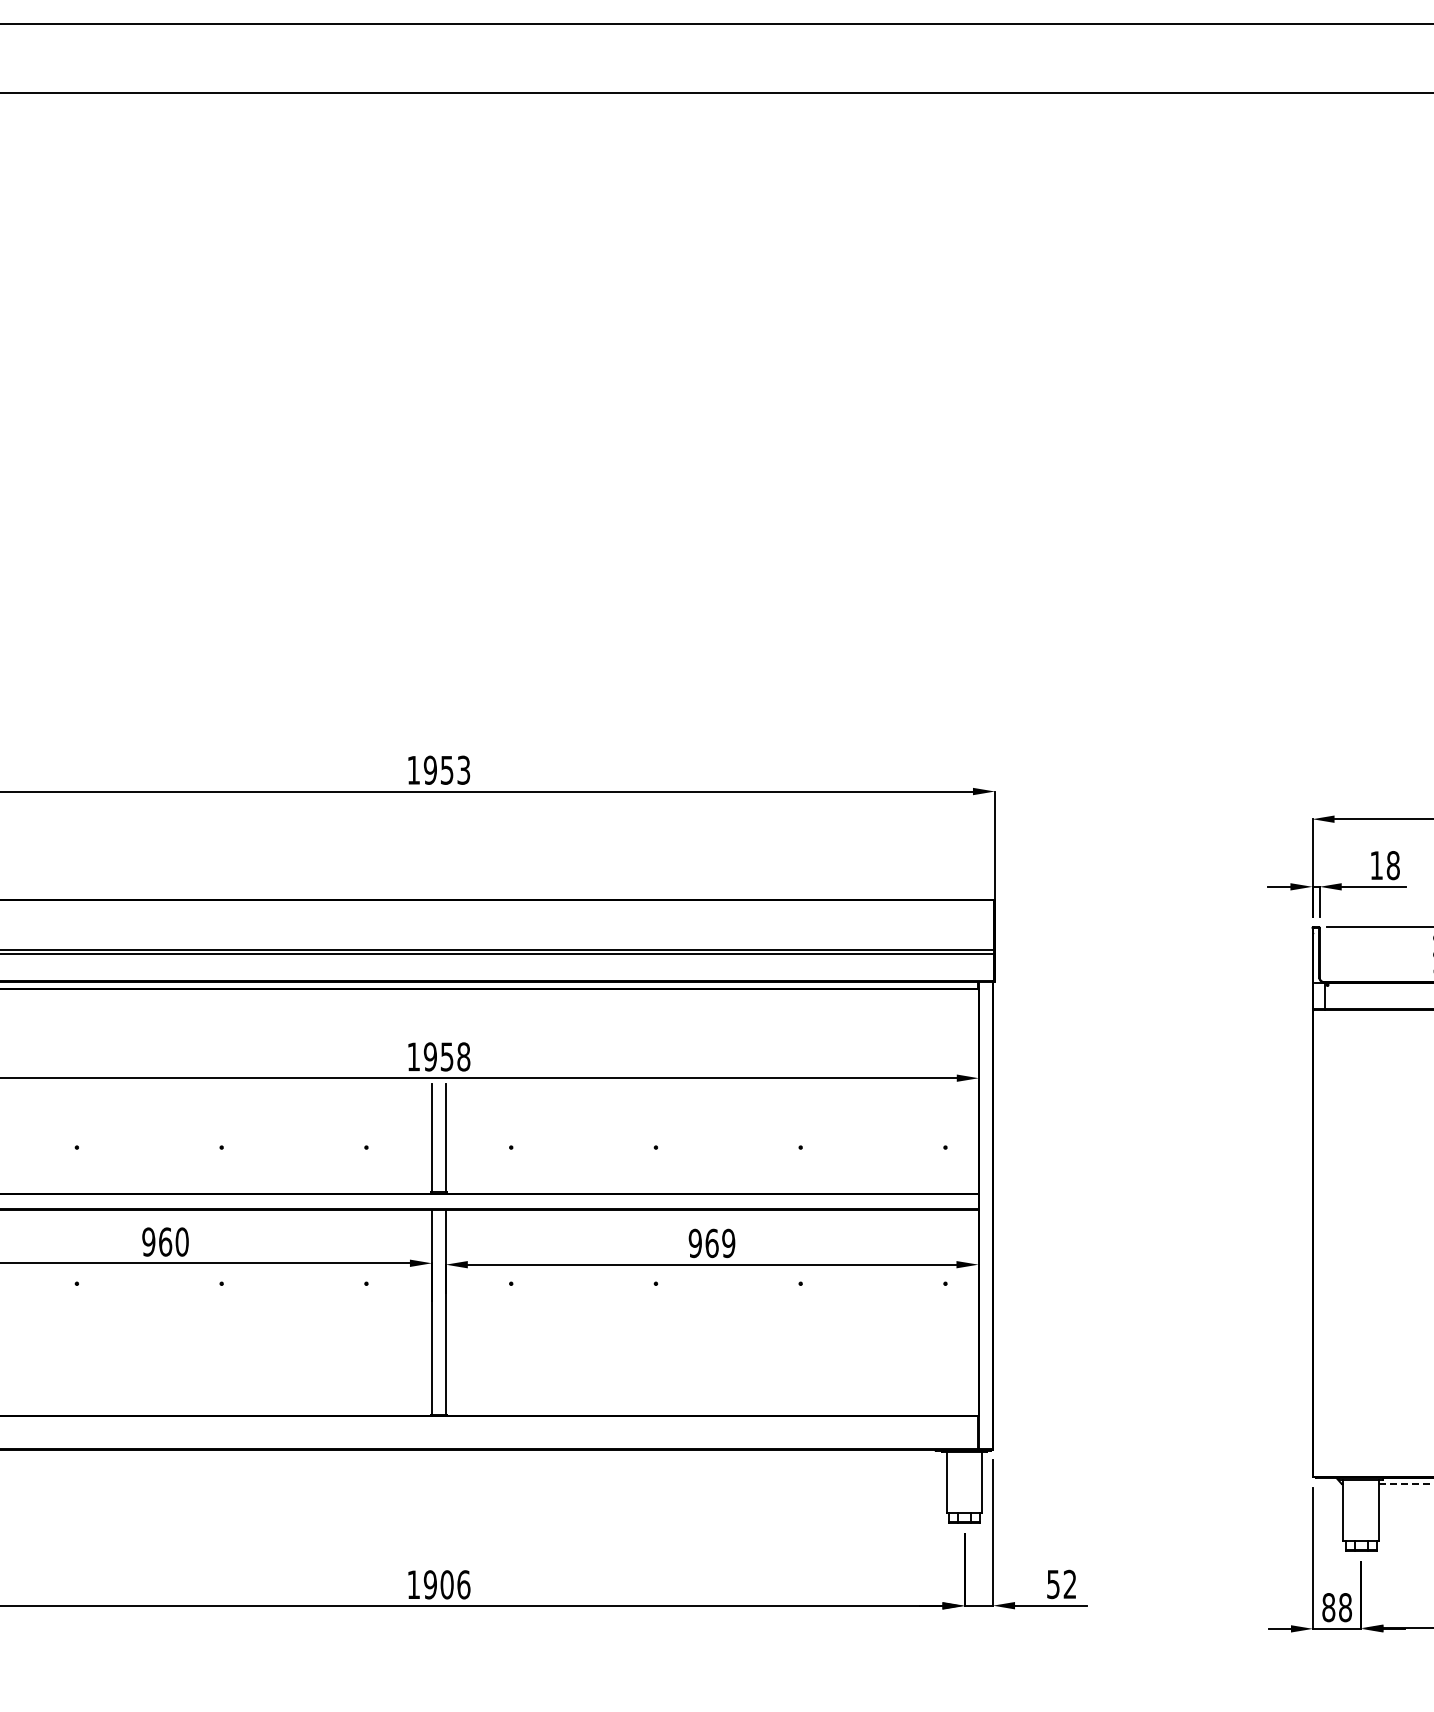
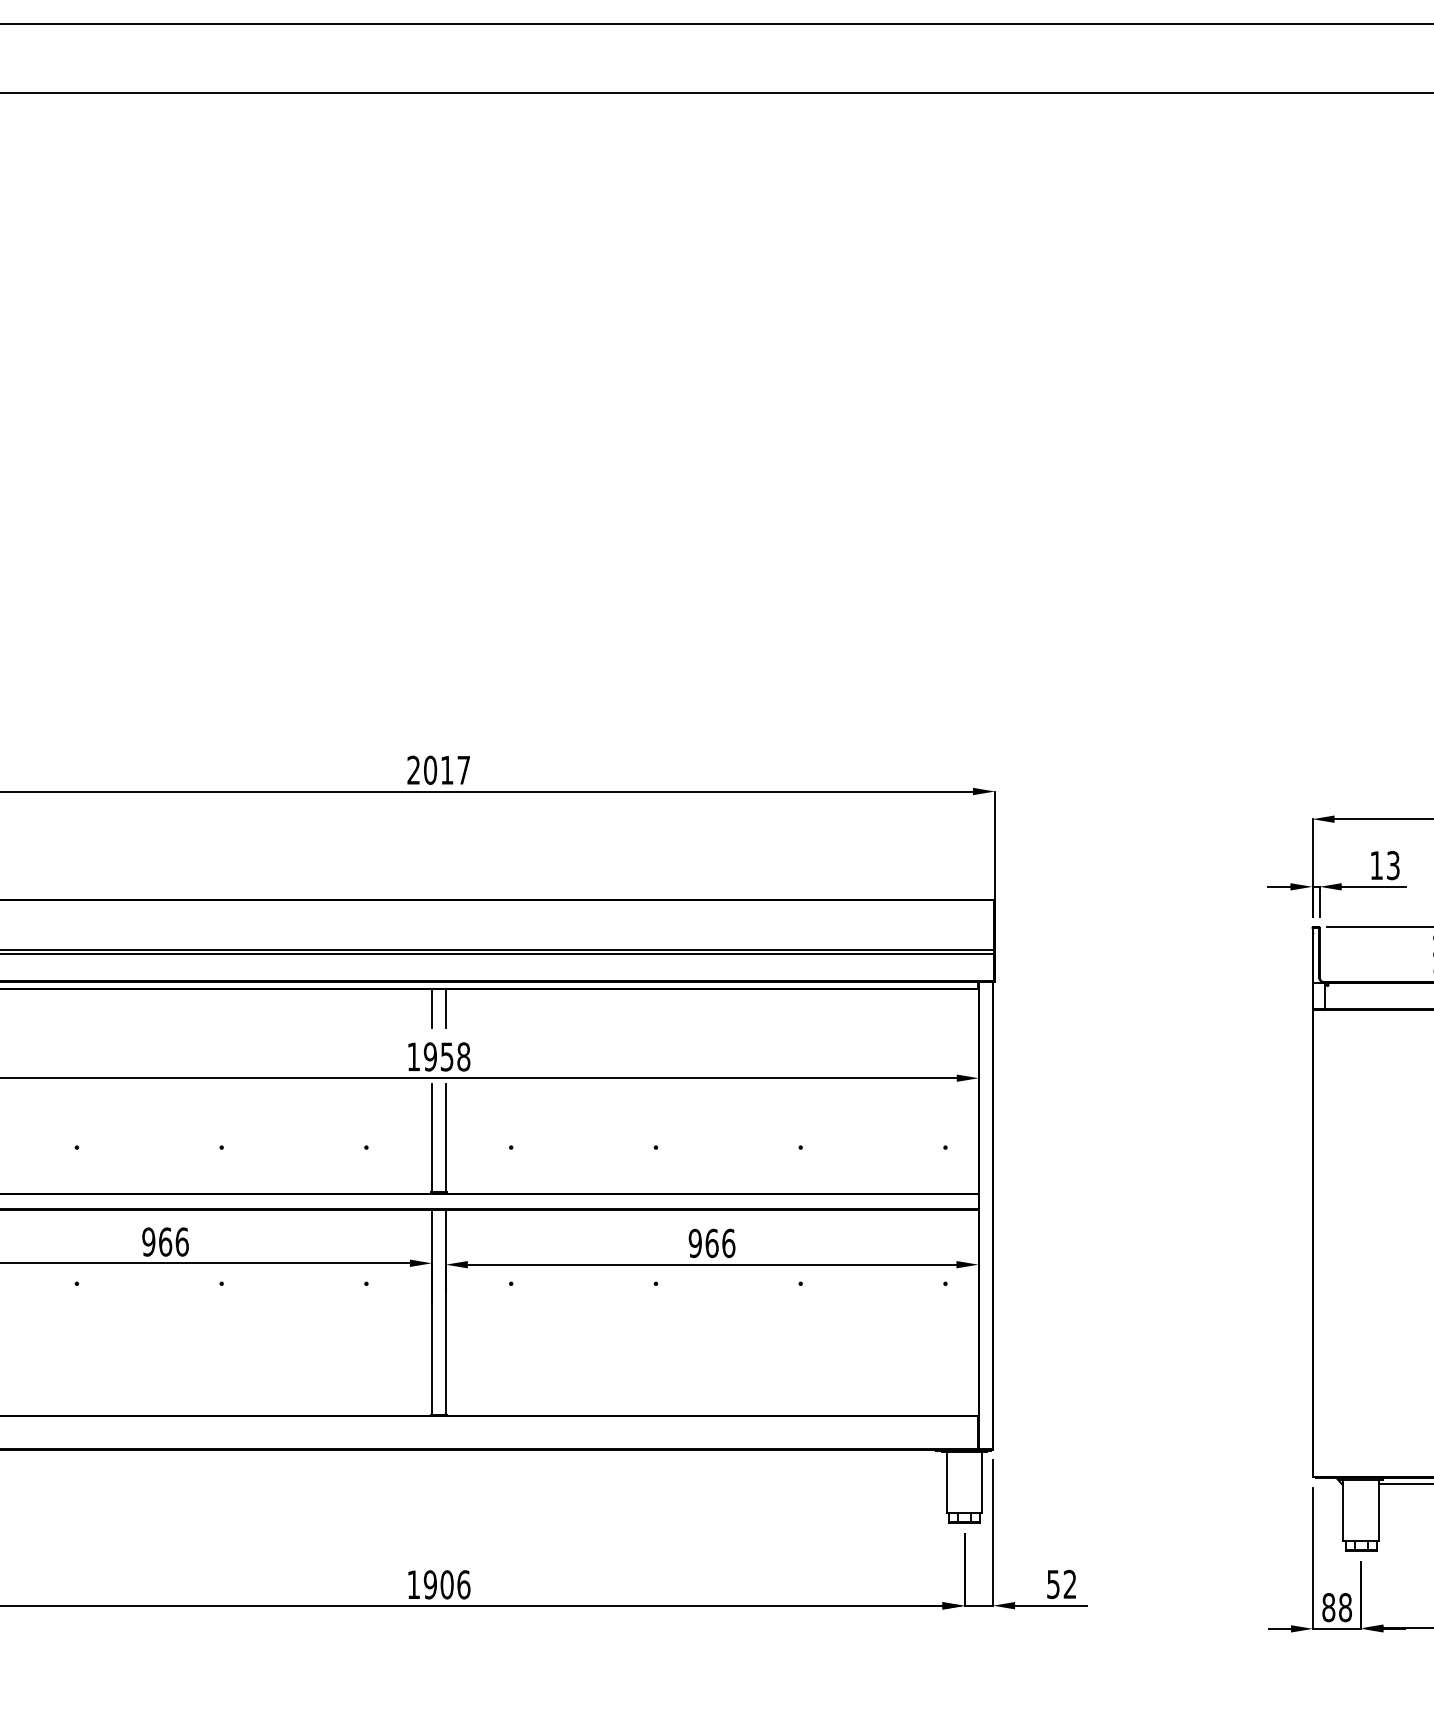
text at (438, 769): 1953 -> 2017
text at (1392, 865): 18 -> 13
line at (431, 1008): none -> present
line at (445, 1008): none -> present
text at (181, 1241): 960 -> 966
text at (728, 1243): 969 -> 966
line at (1407, 1483): dashed -> solid
